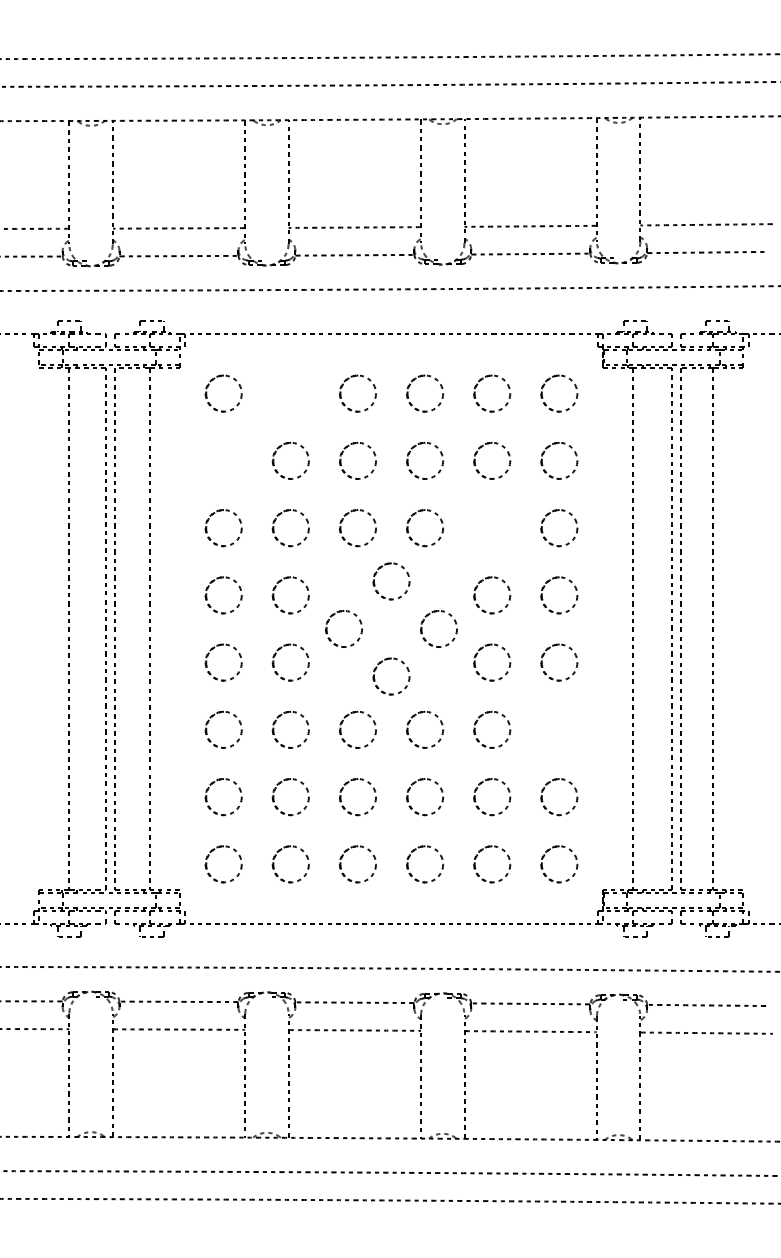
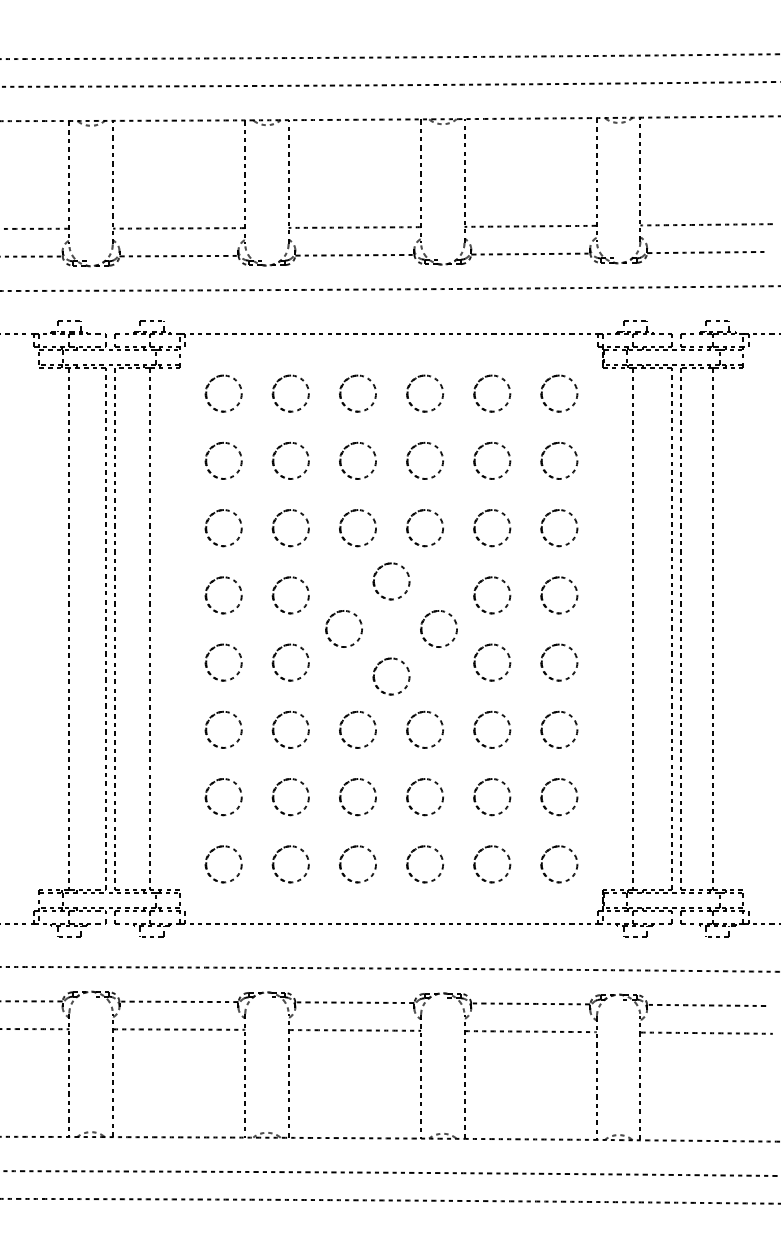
circle at (290, 393): none -> present
circle at (223, 460): none -> present
circle at (492, 528): none -> present
circle at (559, 729): none -> present
